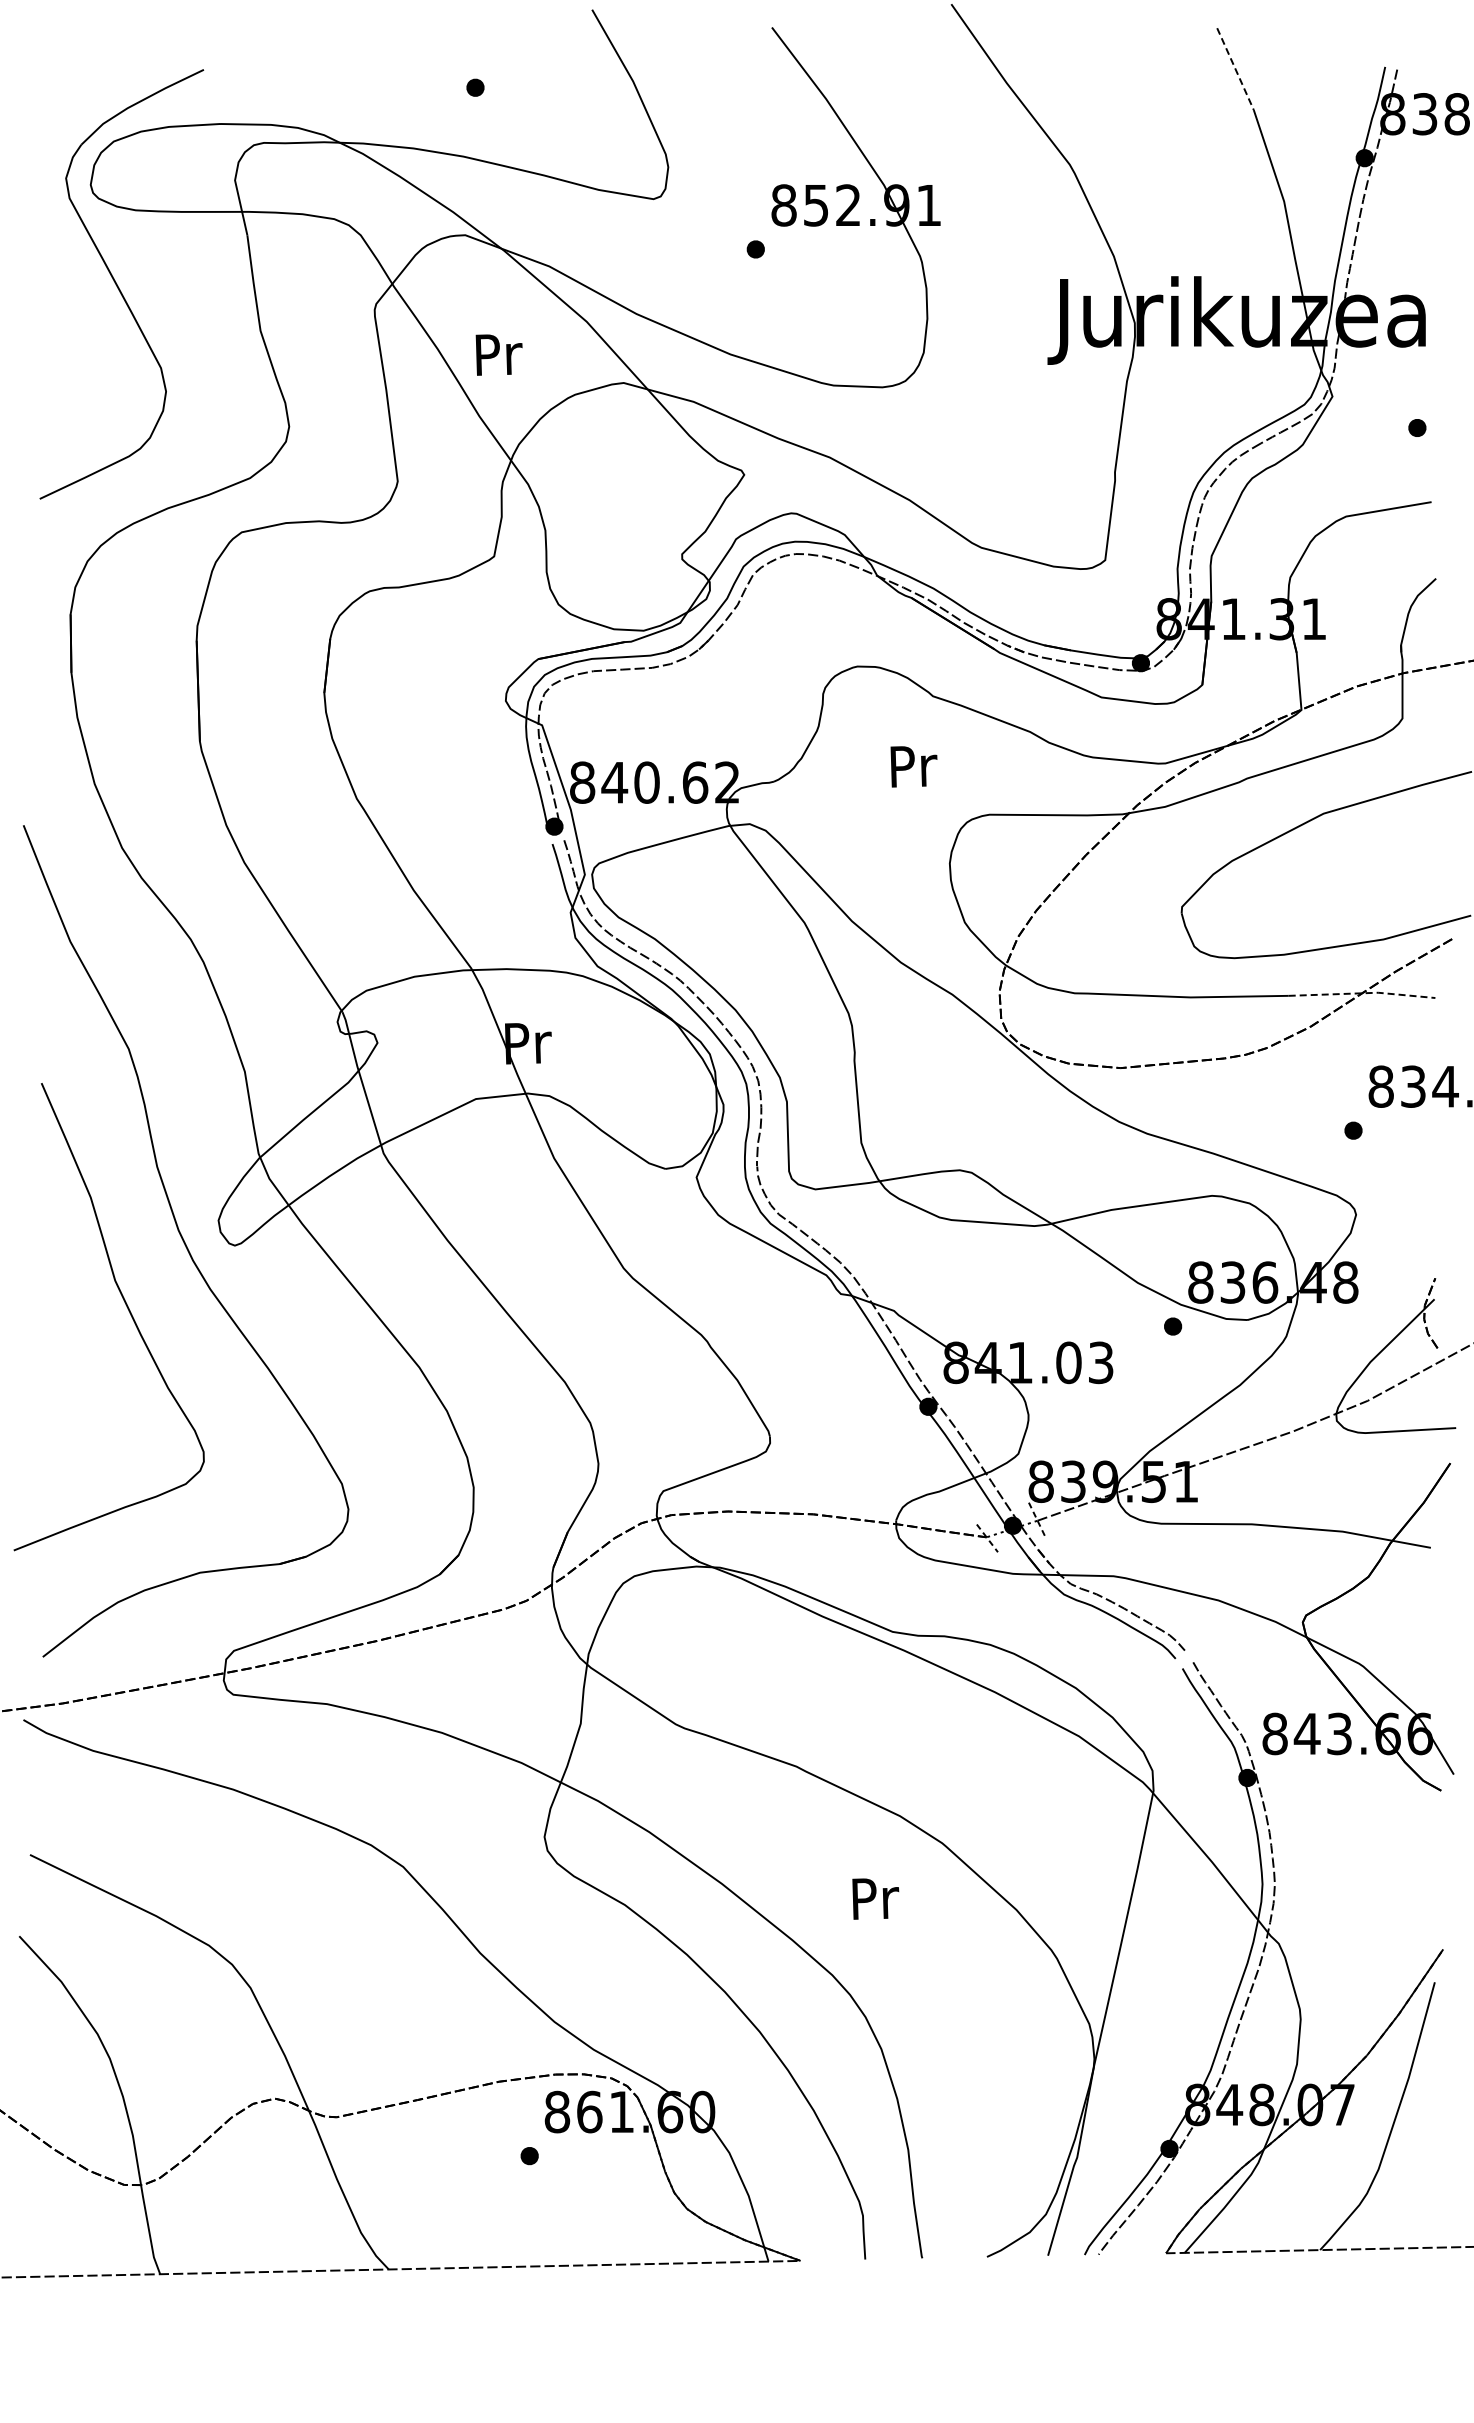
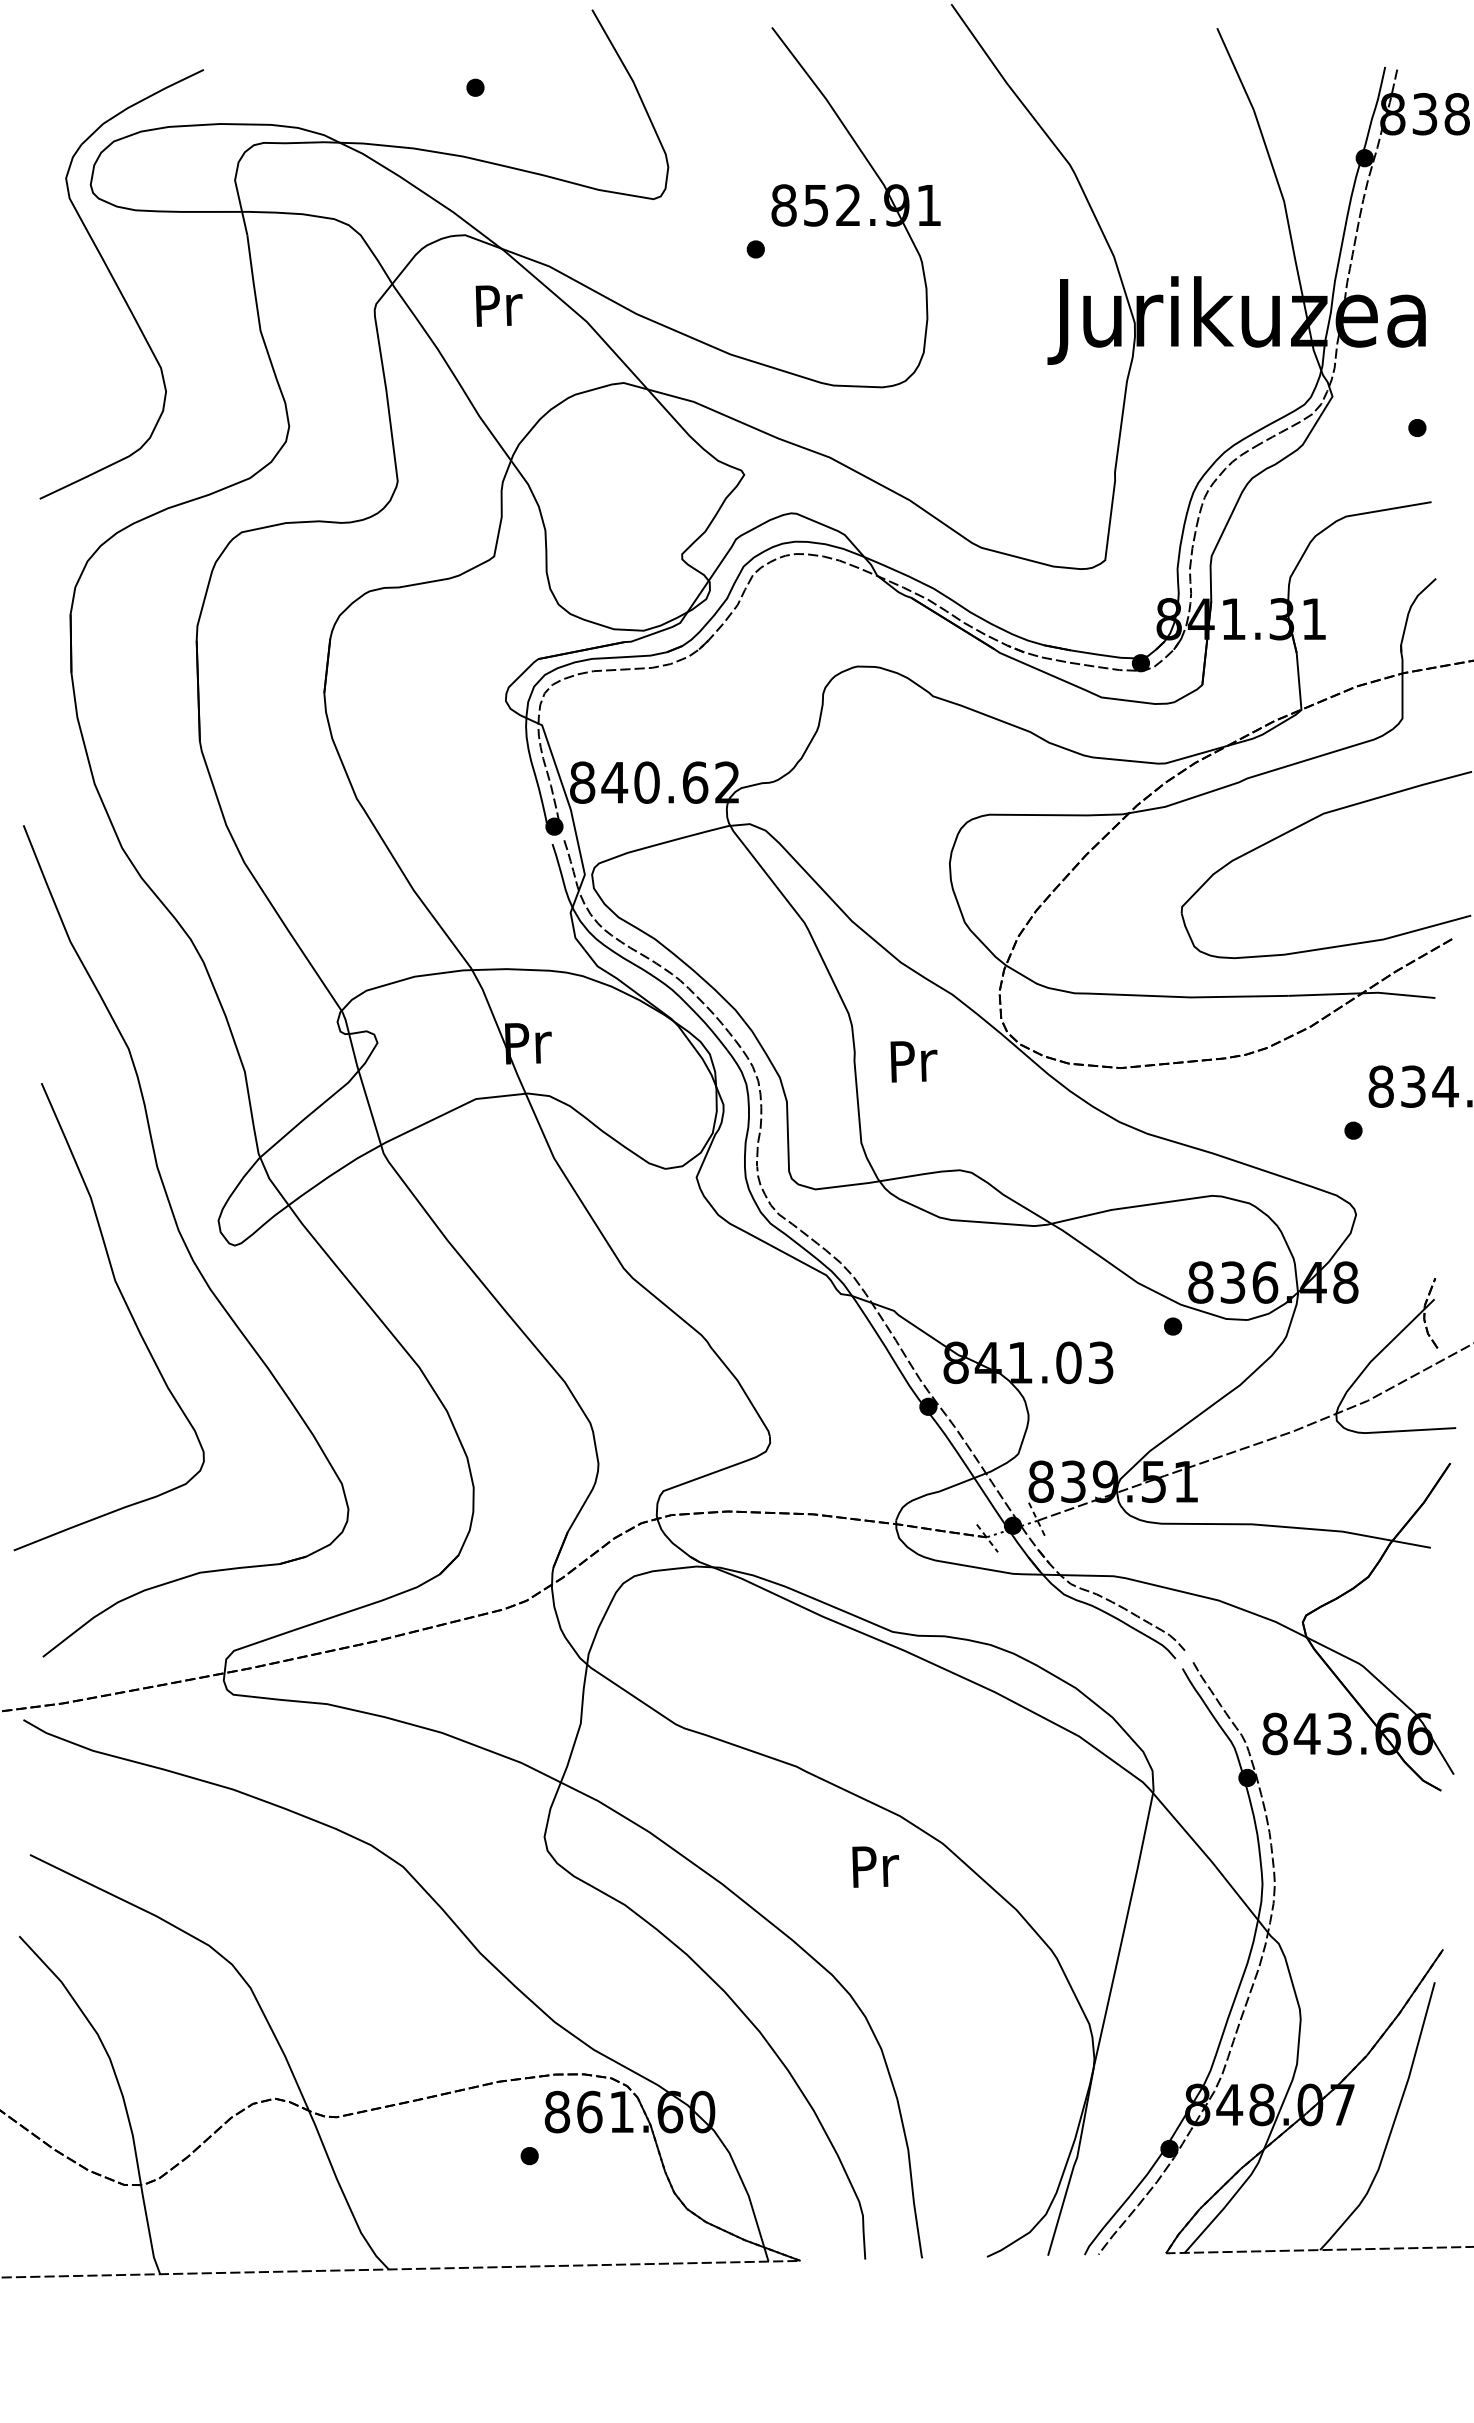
line at (1235, 69): dashed -> solid
text at (498, 354) position: (498, 354) -> (498, 305)
text at (913, 766) position: (913, 766) -> (913, 1061)
line at (1363, 993): dashed -> solid
text at (875, 1898) position: (875, 1898) -> (875, 1866)
